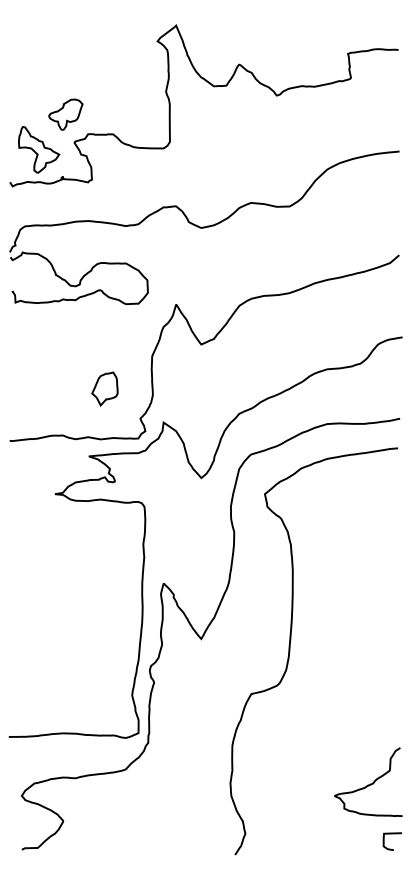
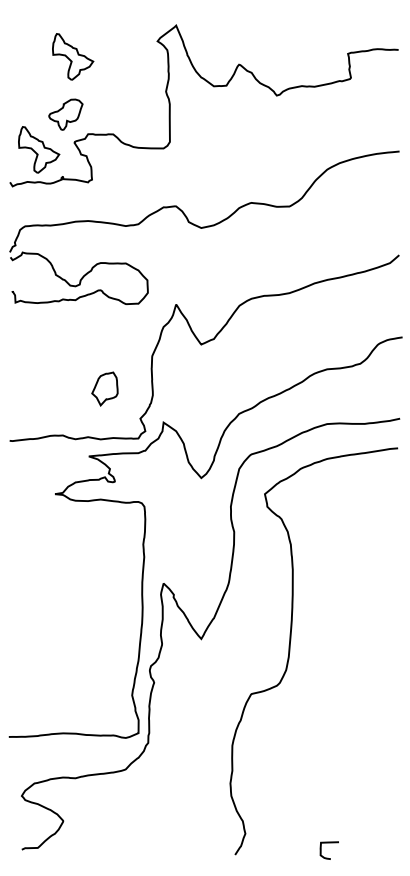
part at (73, 56): none -> present
curve at (370, 783): present -> none
curve at (391, 834) position: (391, 834) -> (328, 843)
